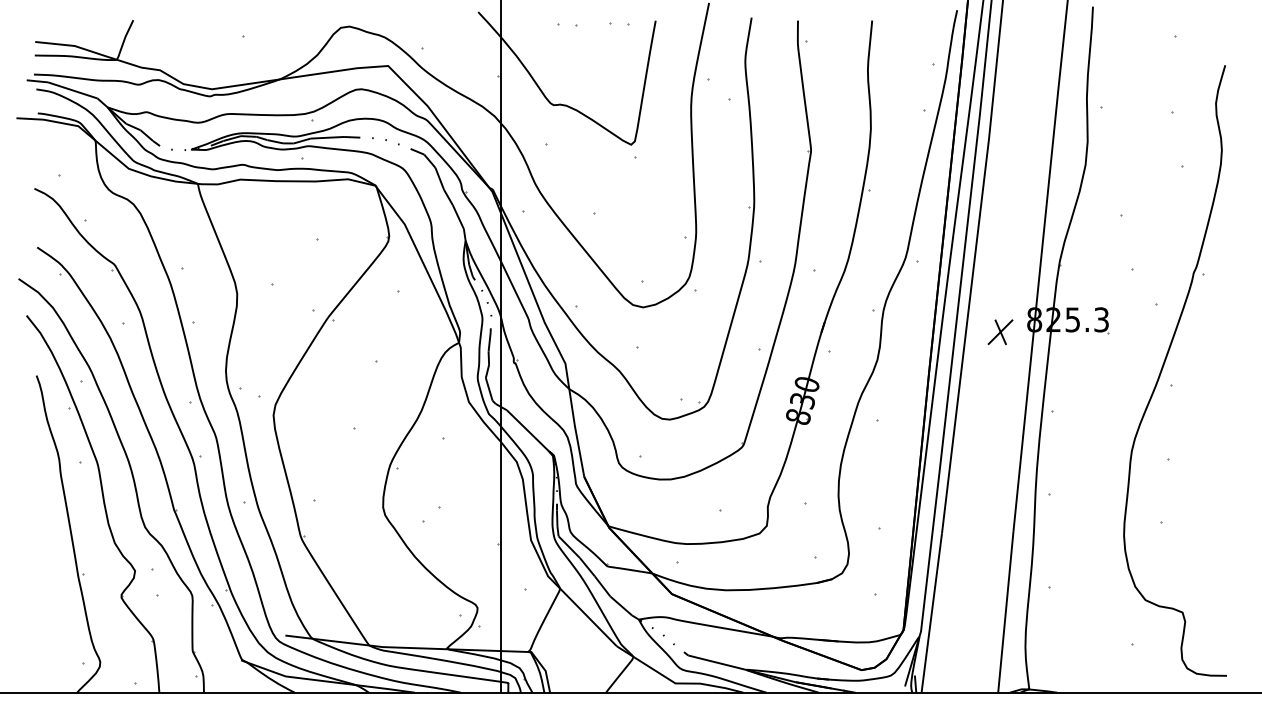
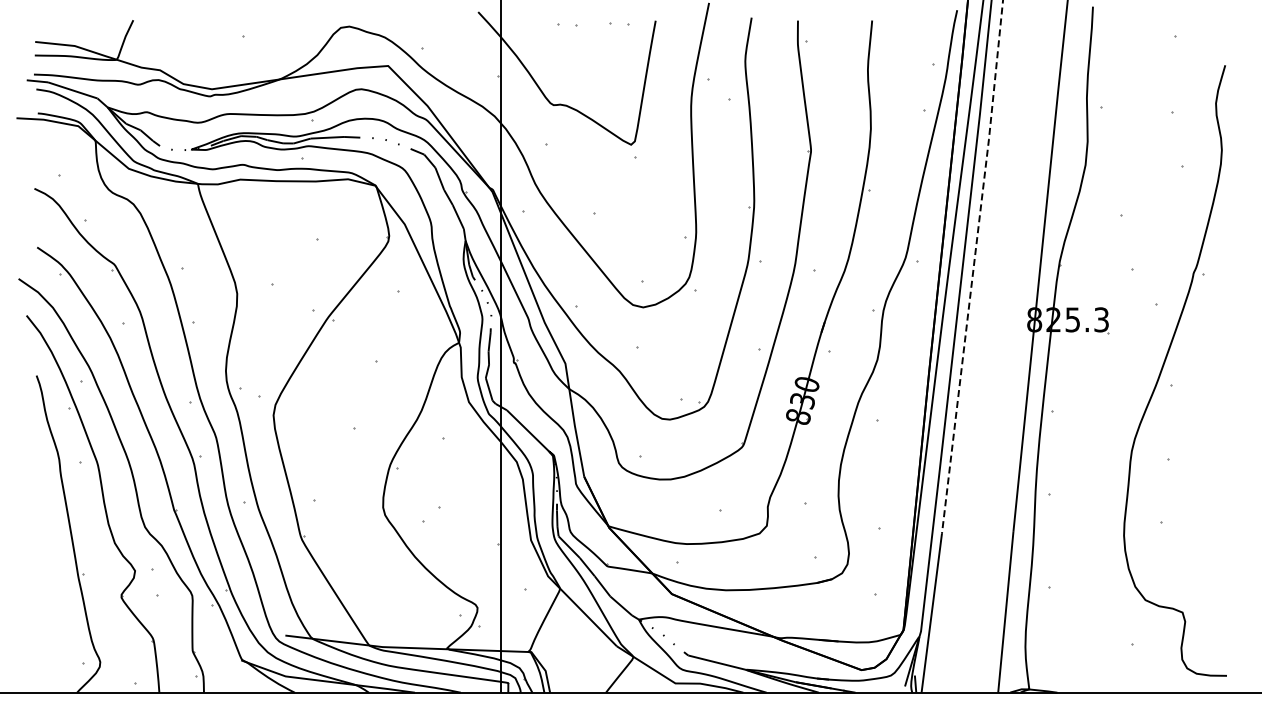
line at (973, 267): solid -> dashed
part at (1000, 332): present -> none
